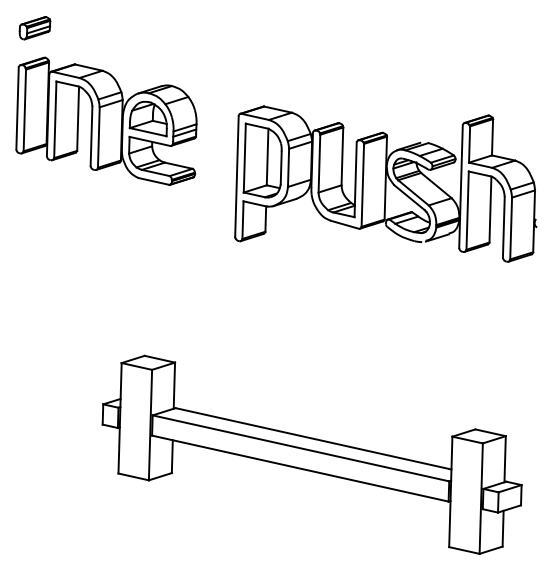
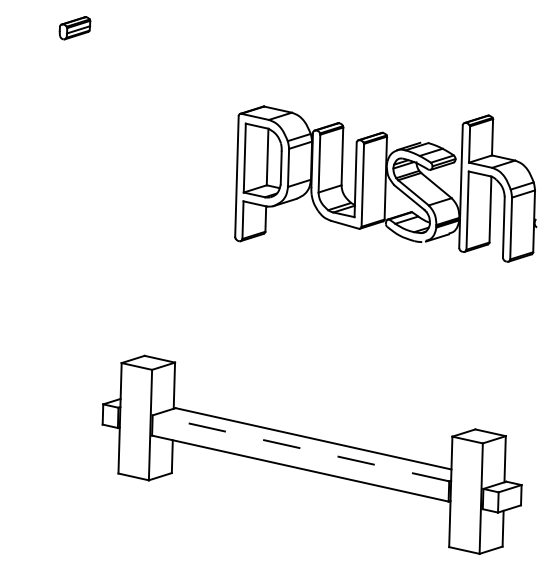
part at (34, 28) position: (34, 28) -> (74, 28)
part at (106, 120): present -> none
line at (300, 448): solid -> dashed
